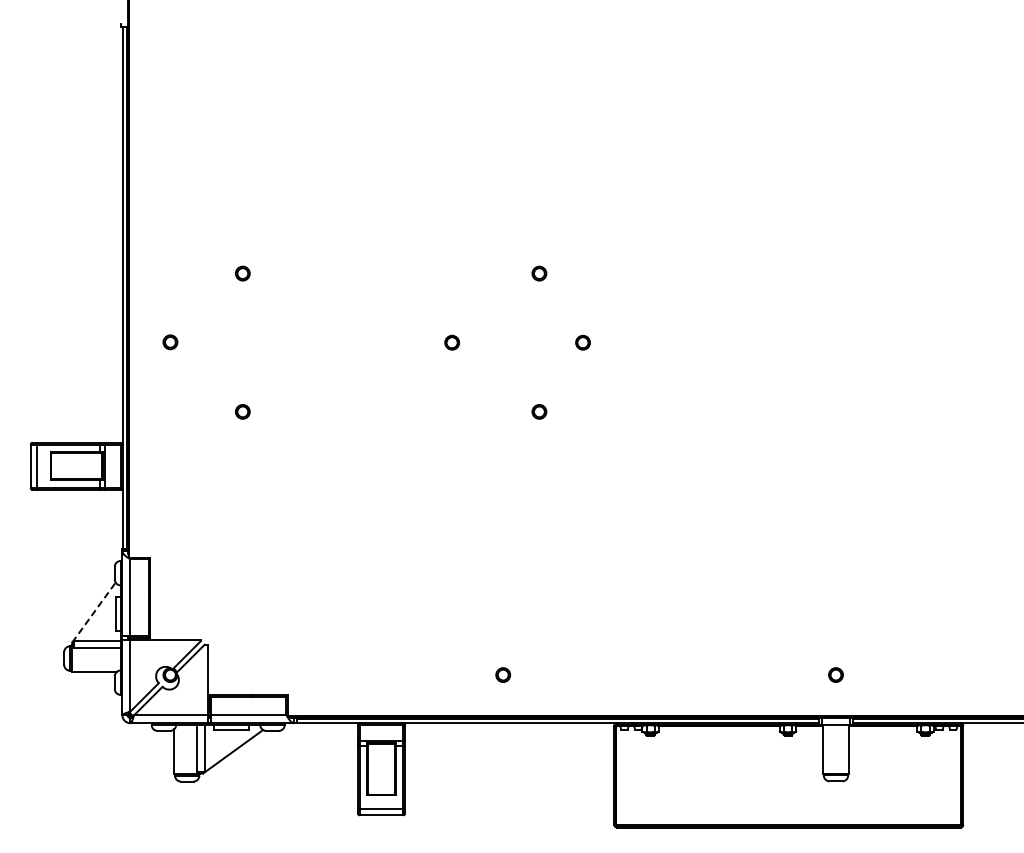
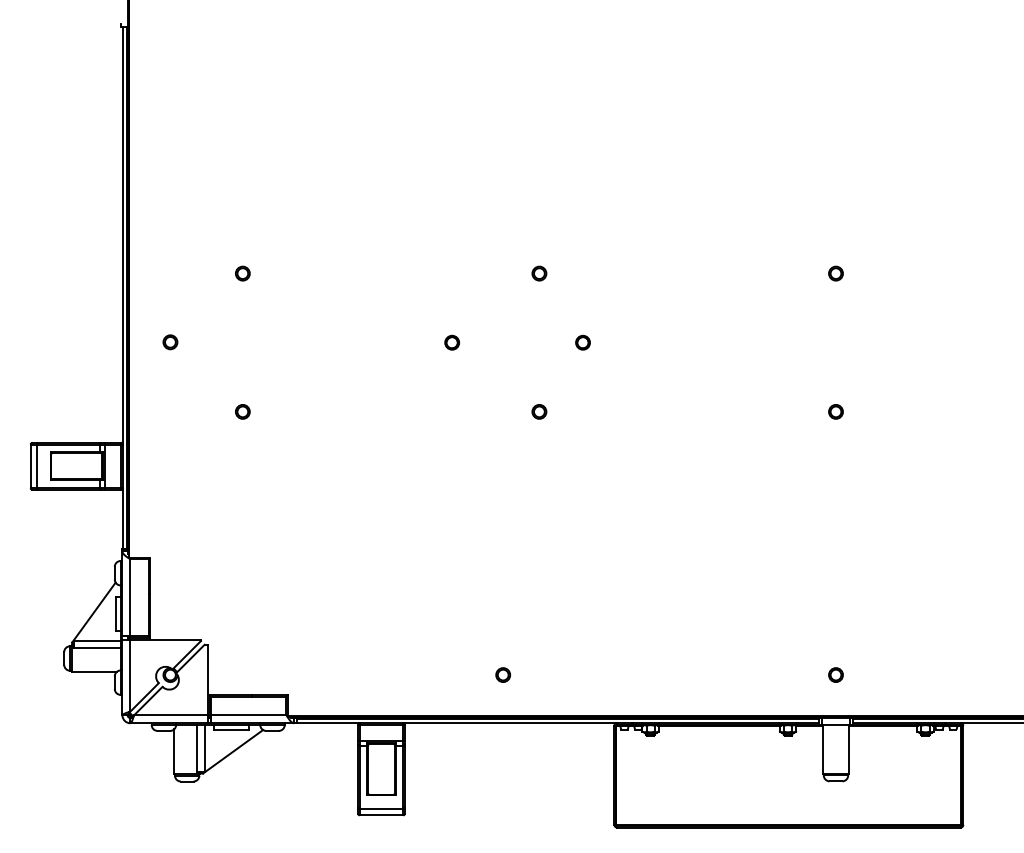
part at (835, 273): none -> present
circle at (835, 411): none -> present
line at (94, 612): dashed -> solid
